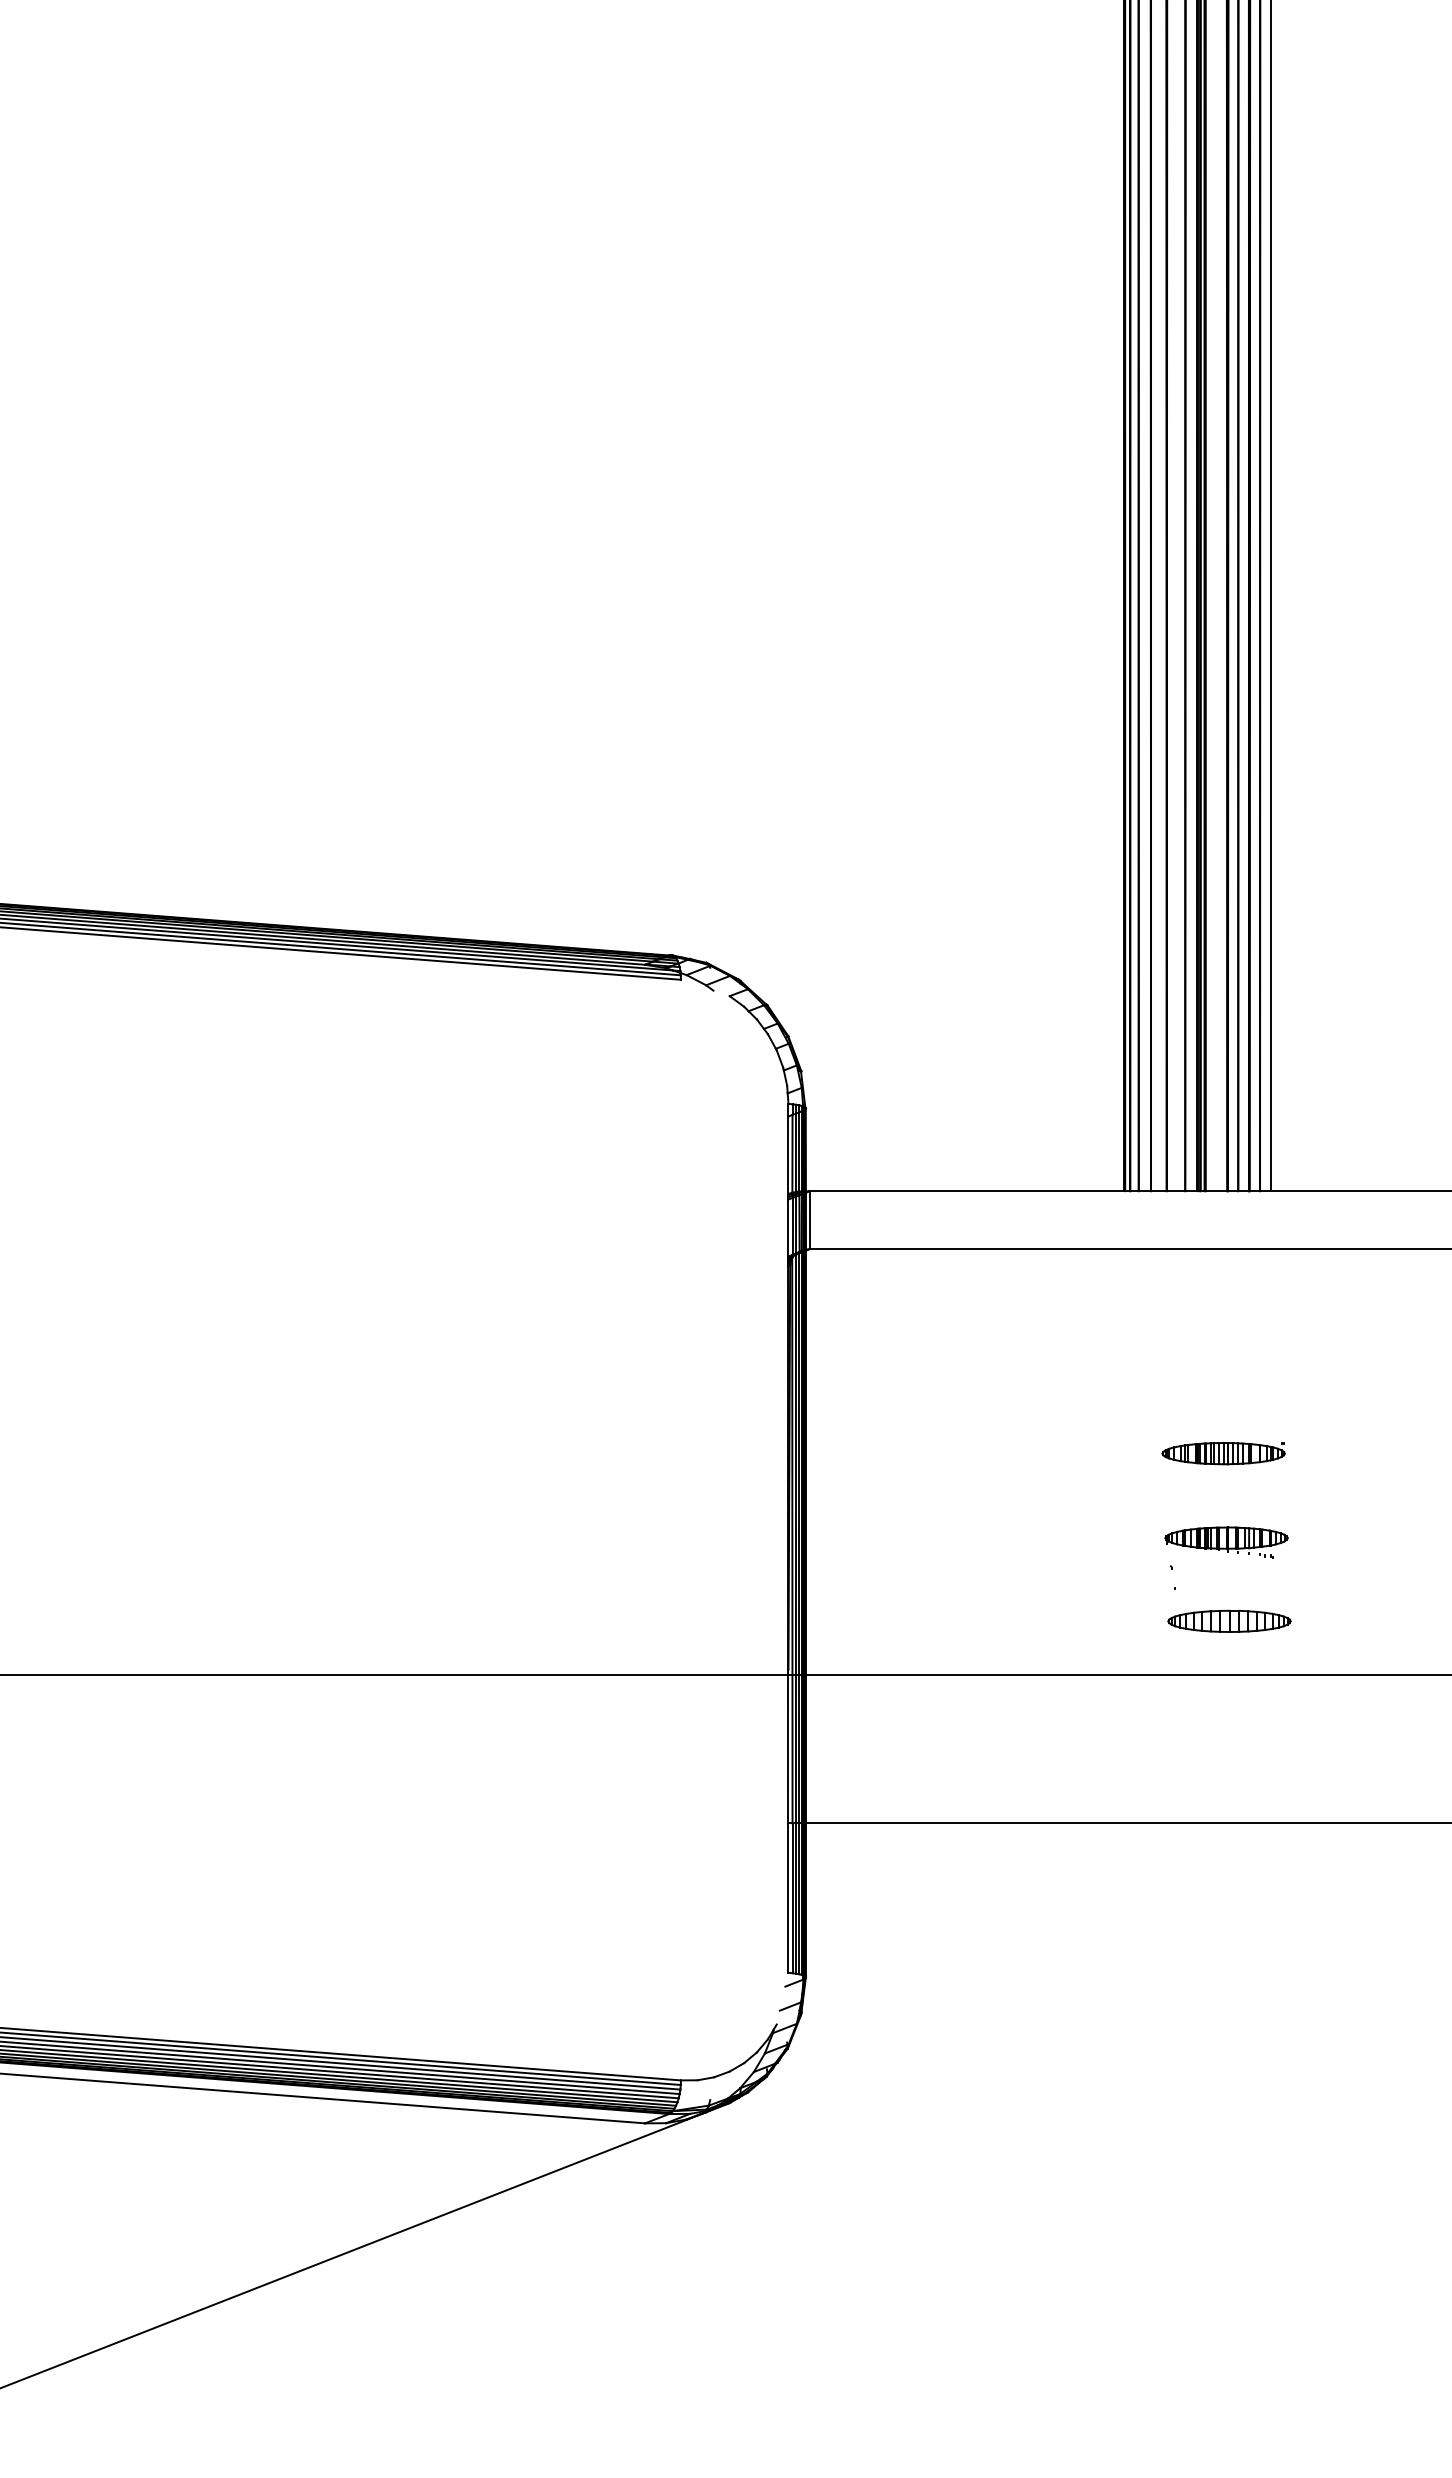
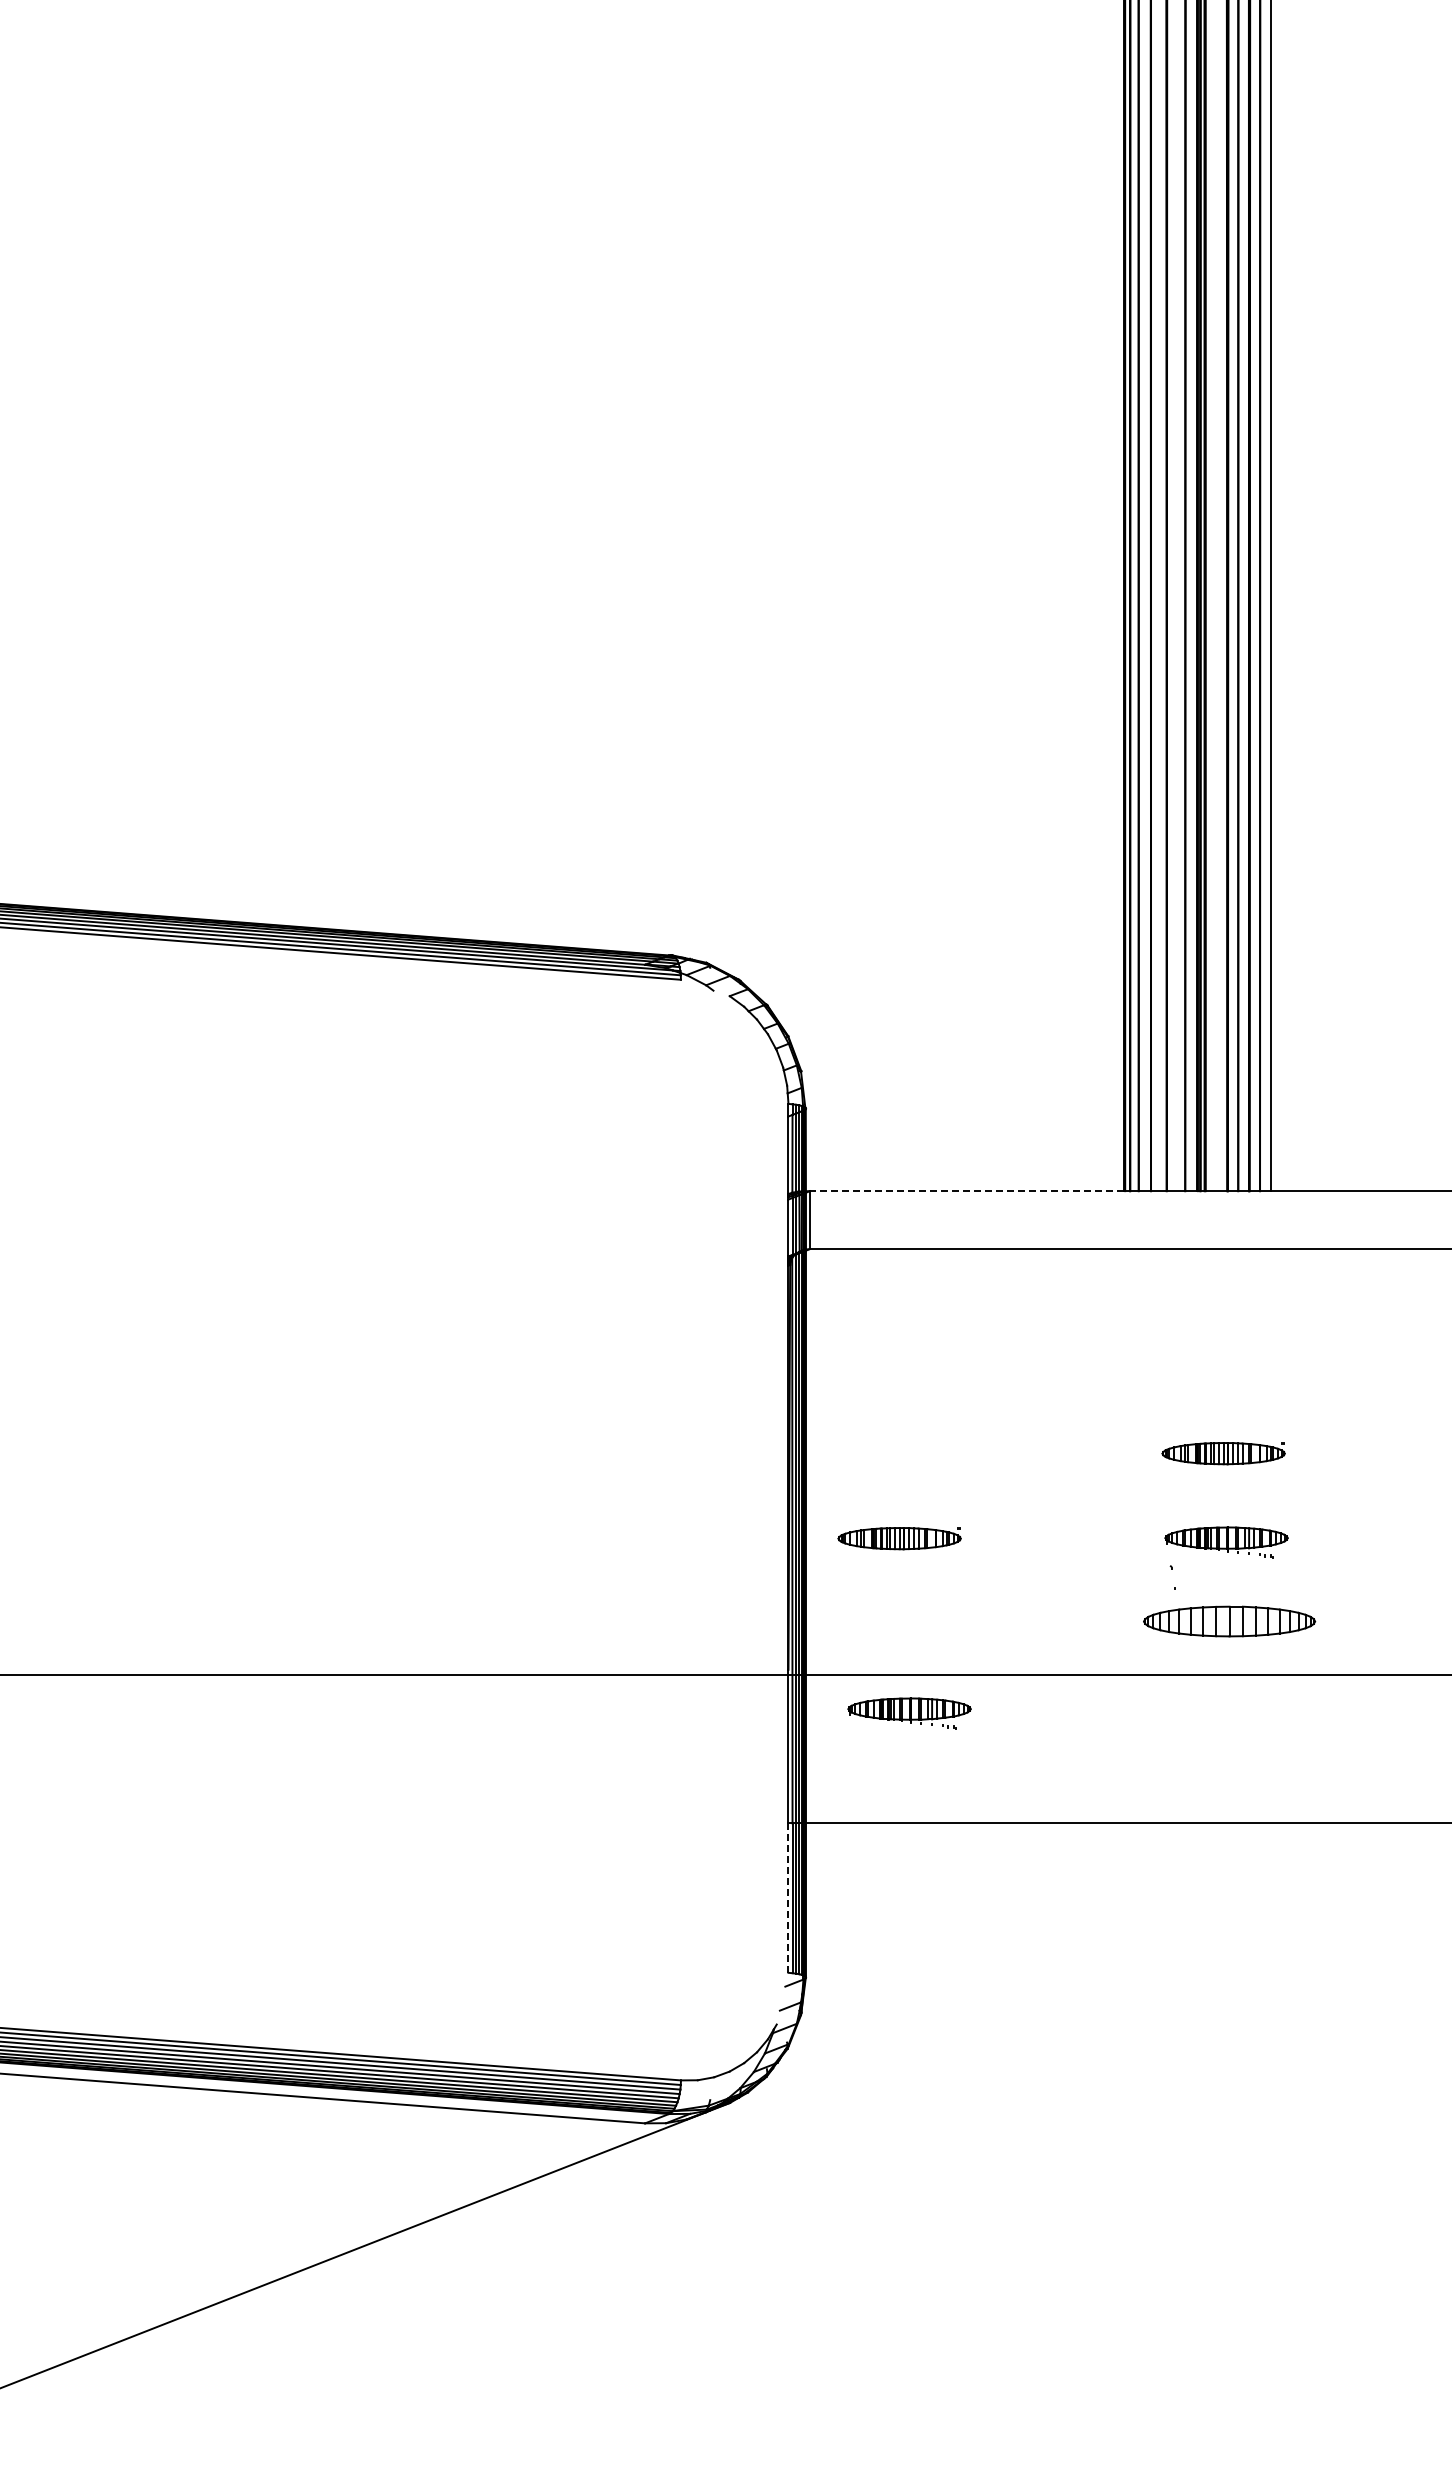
line at (966, 1191): solid -> dashed
part at (899, 1538): none -> present
part at (1229, 1620) size: 125x24 px -> 174x33 px
part at (909, 1713): none -> present
line at (788, 1898): solid -> dashed
